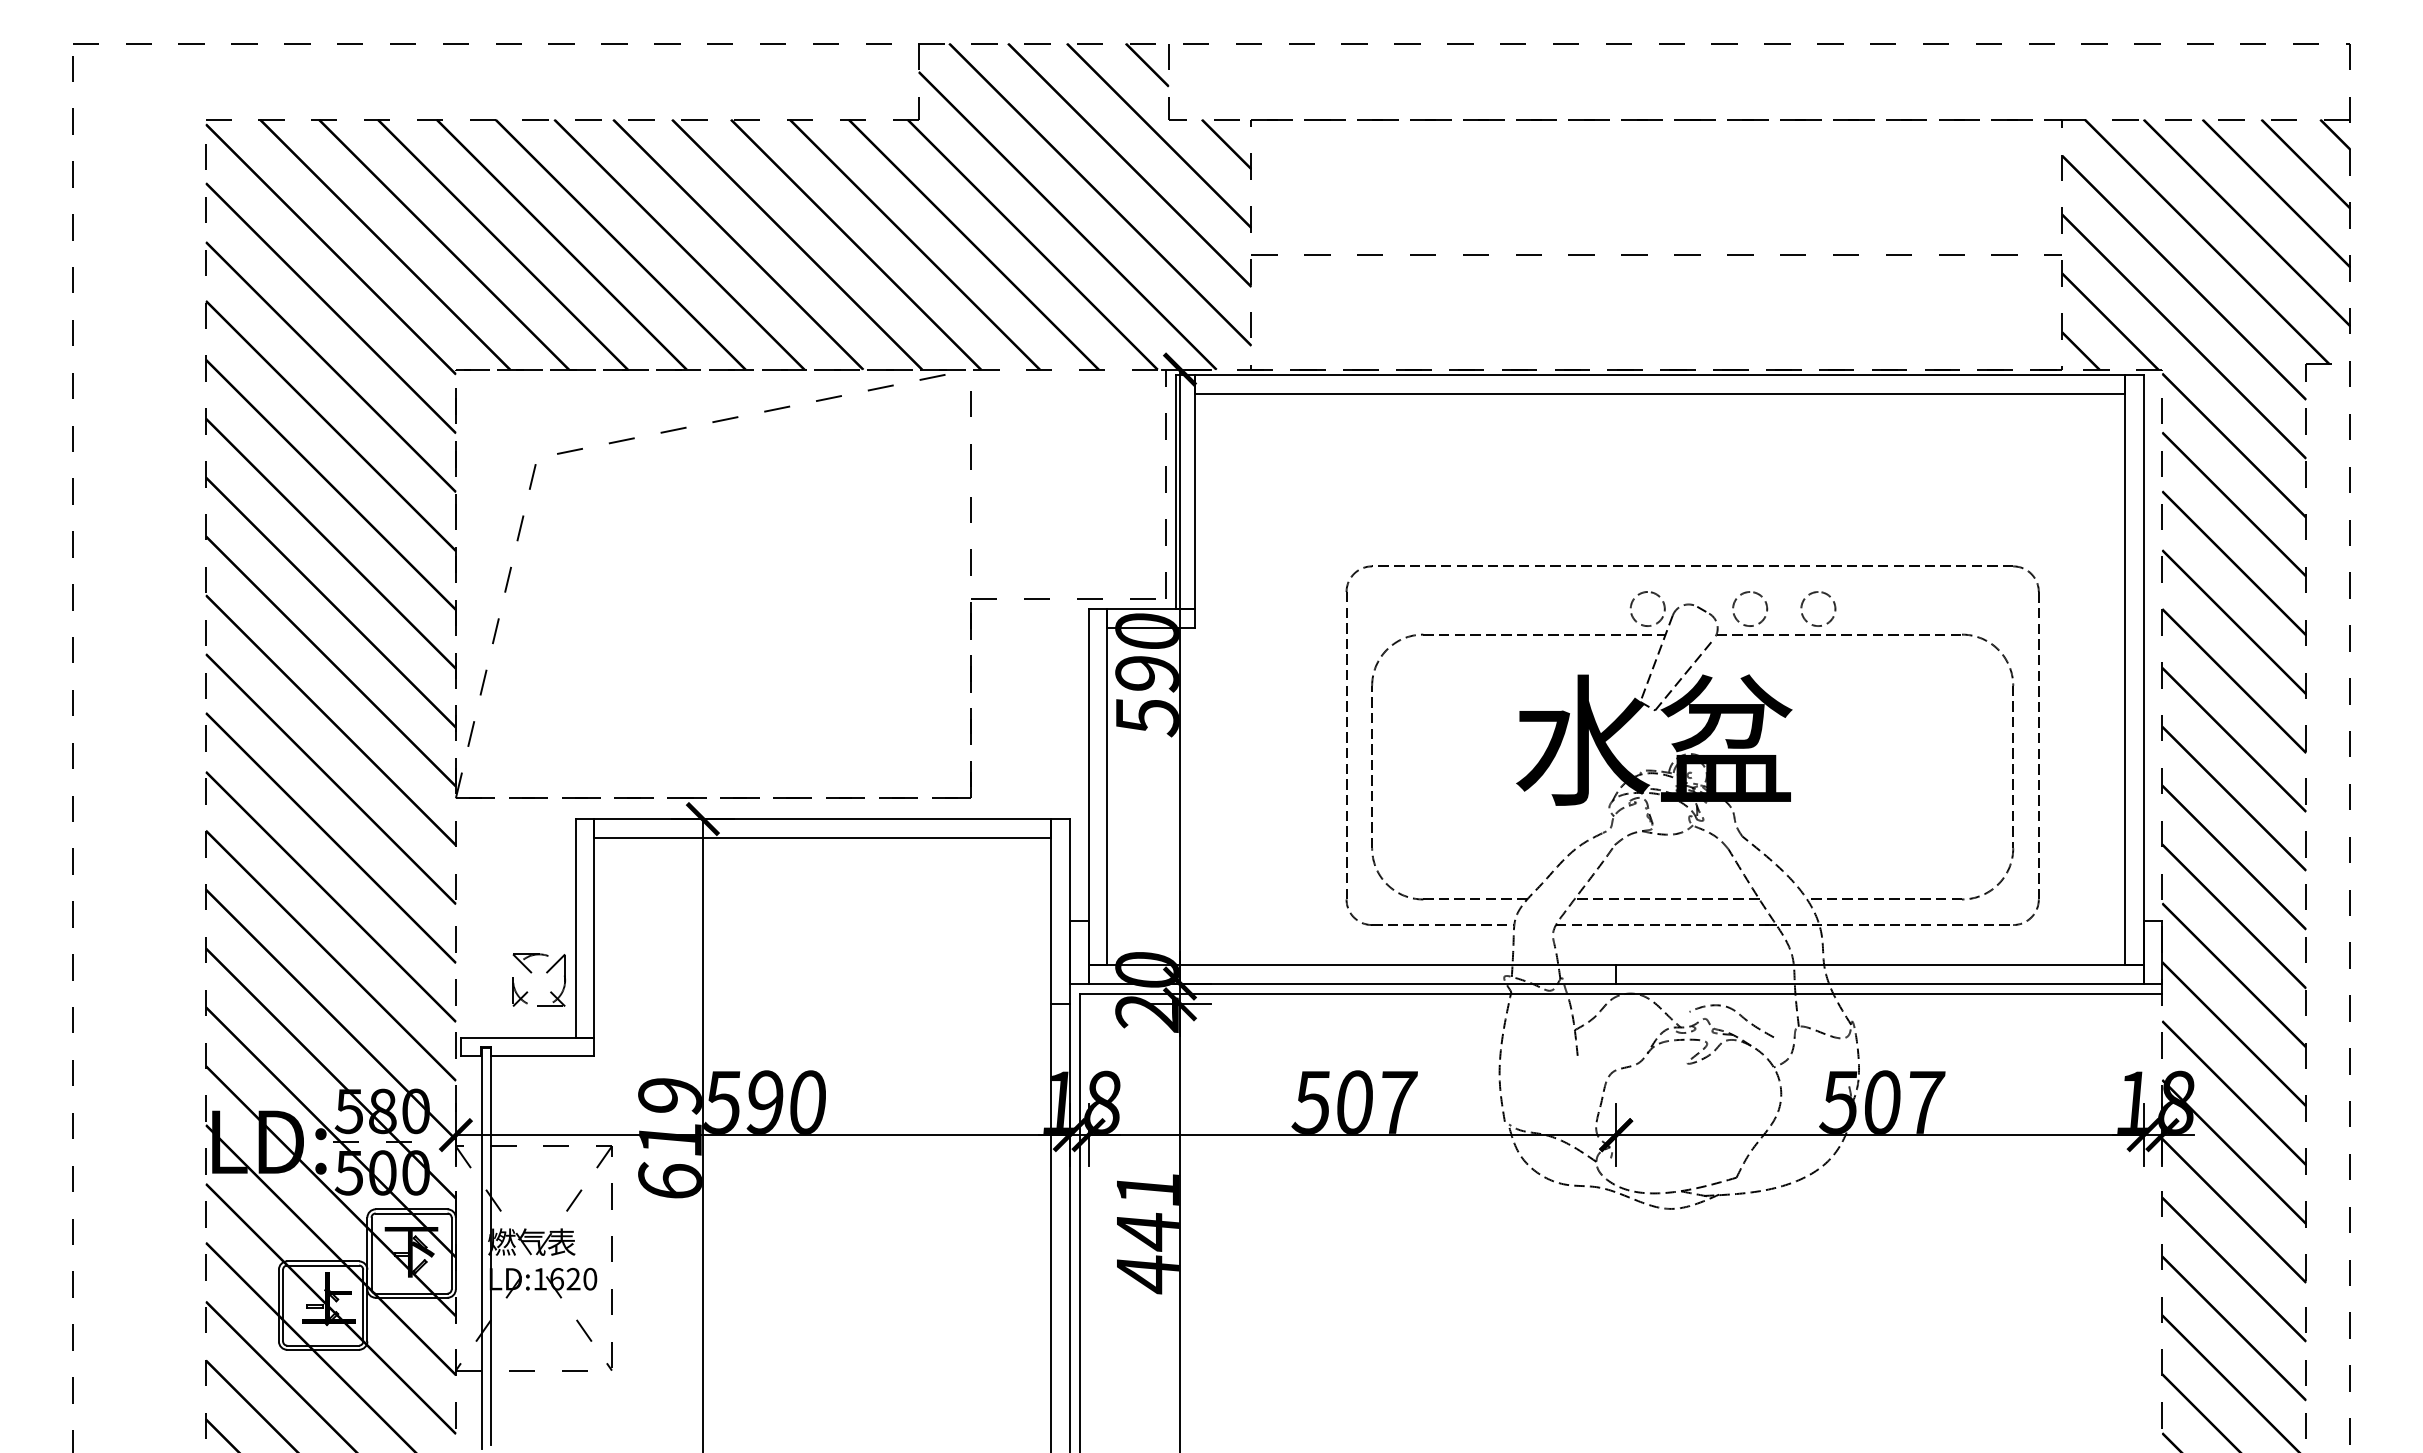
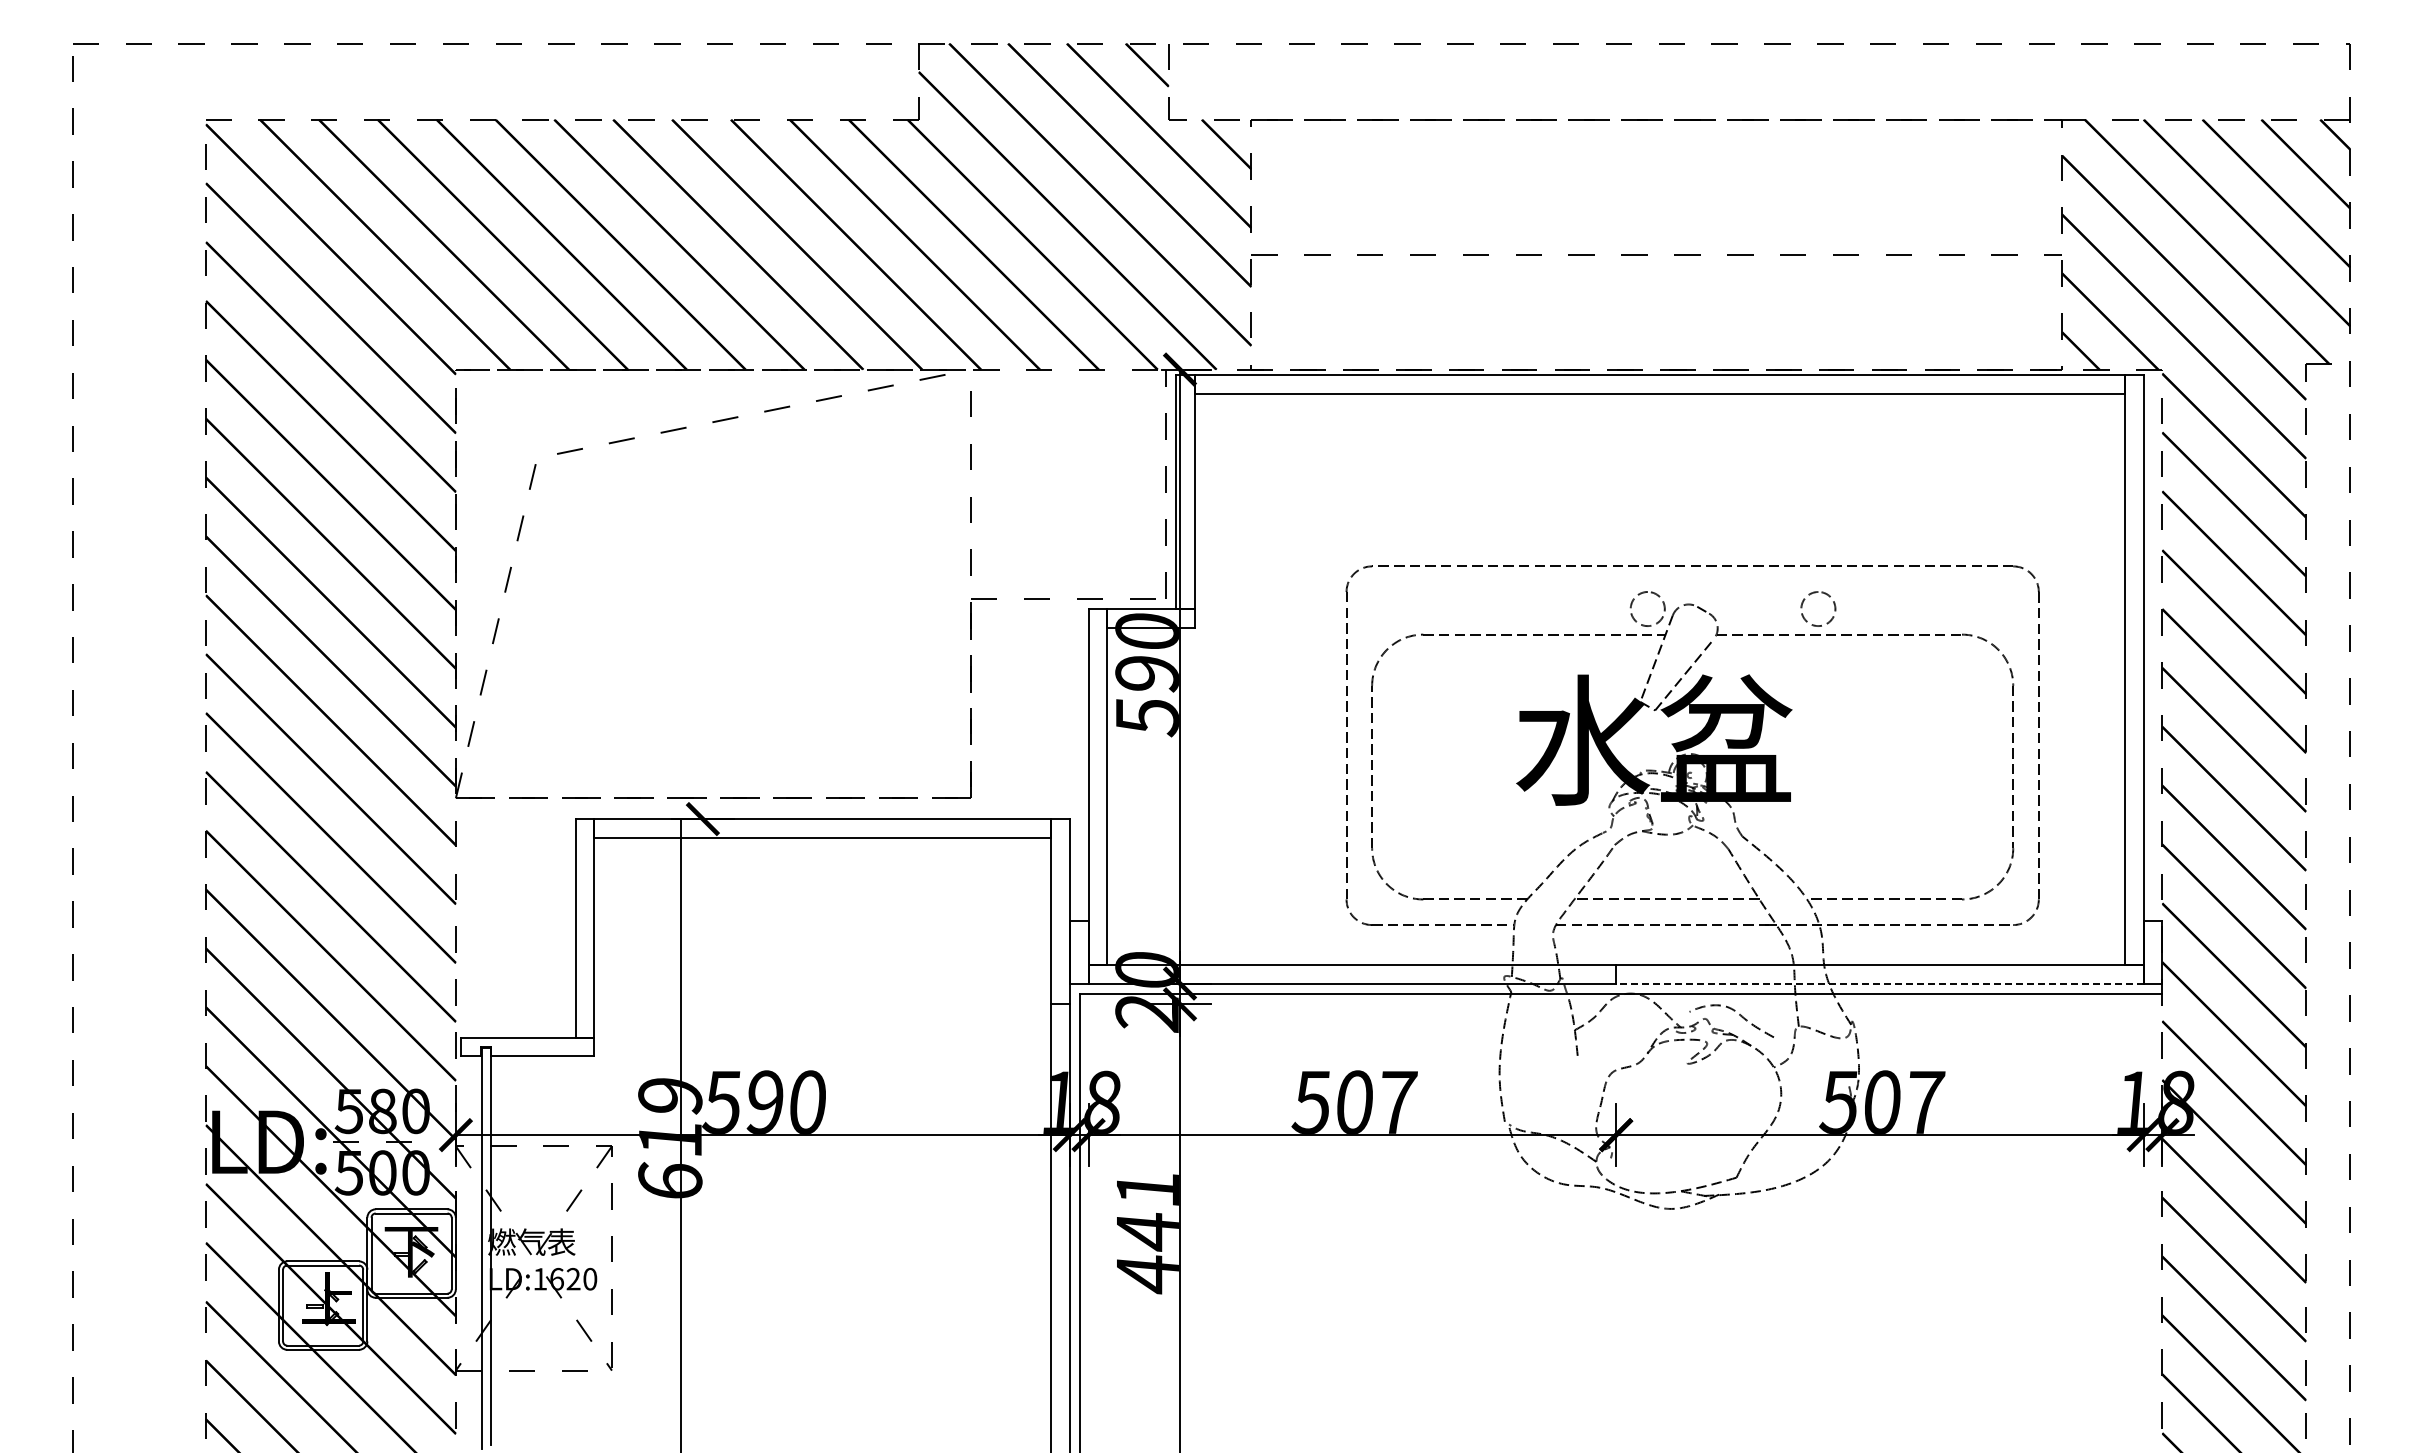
part at (1756, 594): present -> none
part at (532, 972): present -> none
line at (1879, 983): solid -> dashed
line at (702, 1134) position: (702, 1134) -> (680, 1134)
